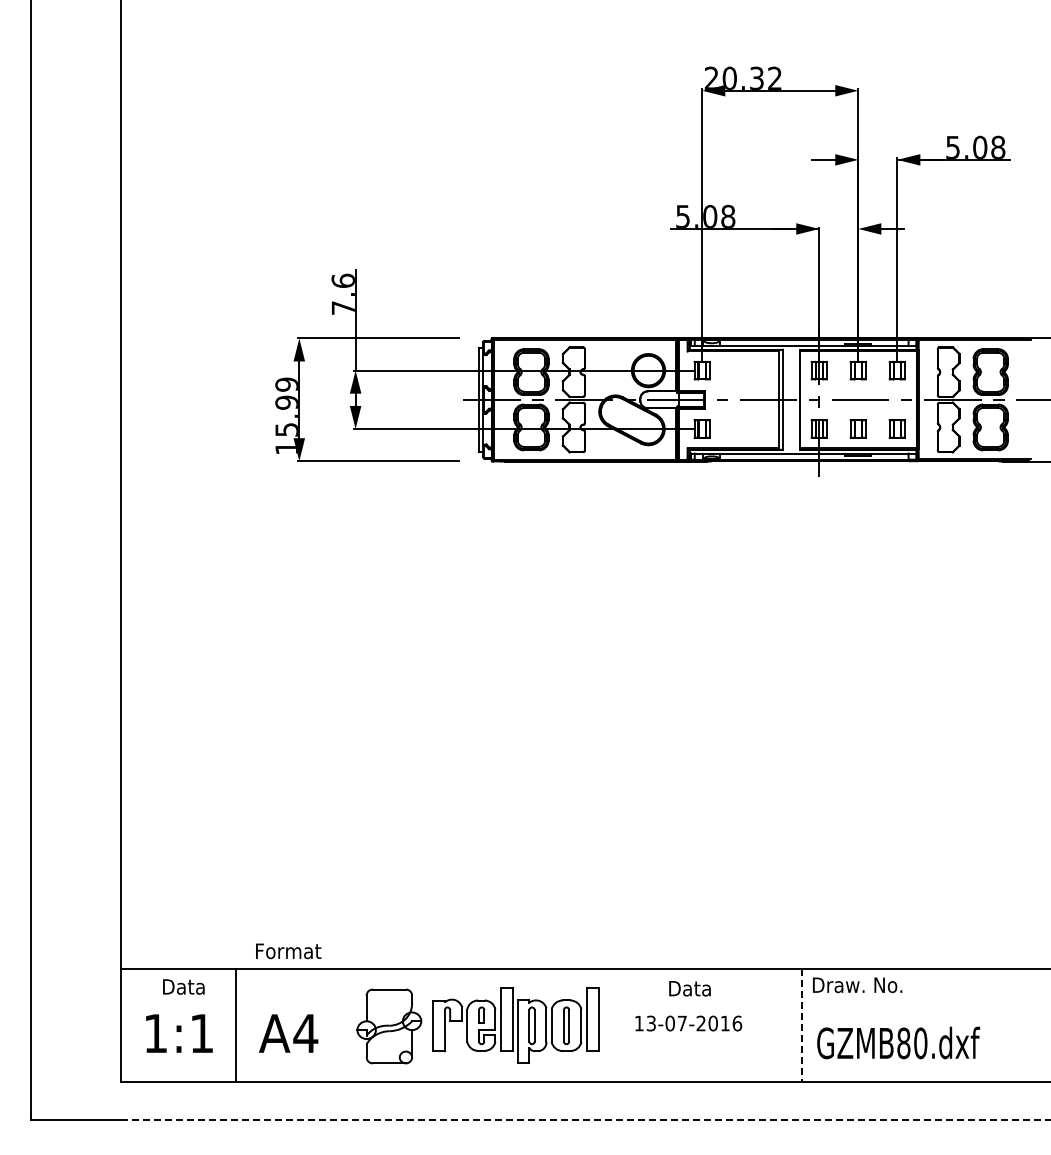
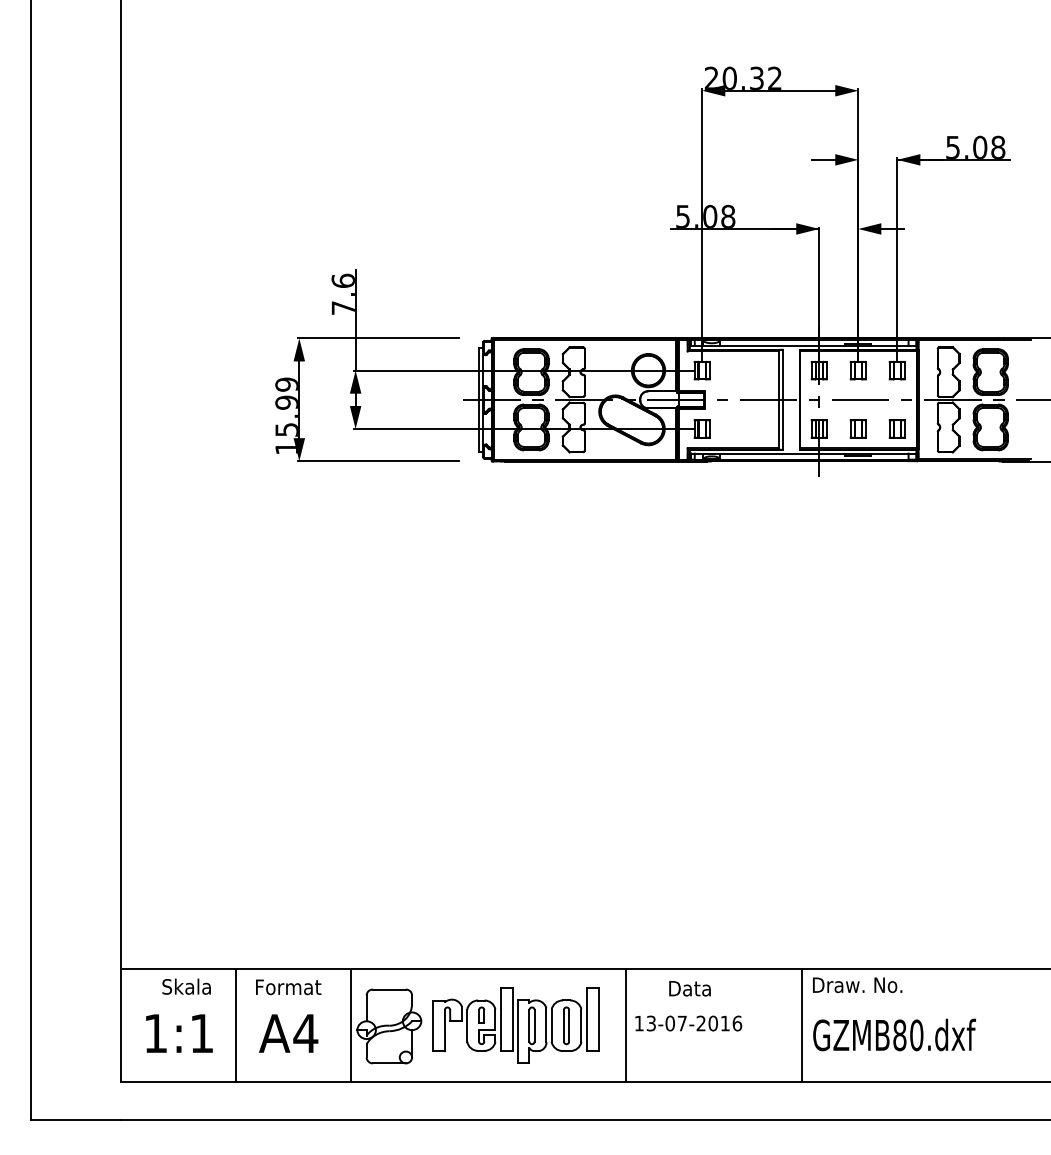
text at (288, 951) position: (288, 951) -> (288, 987)
text at (186, 986): Data -> Skala
line at (351, 1025): none -> present
line at (626, 1025): none -> present
line at (801, 1026): dashed -> solid
text at (898, 1042) position: (898, 1042) -> (894, 1034)
line at (585, 1120): dashed -> solid
